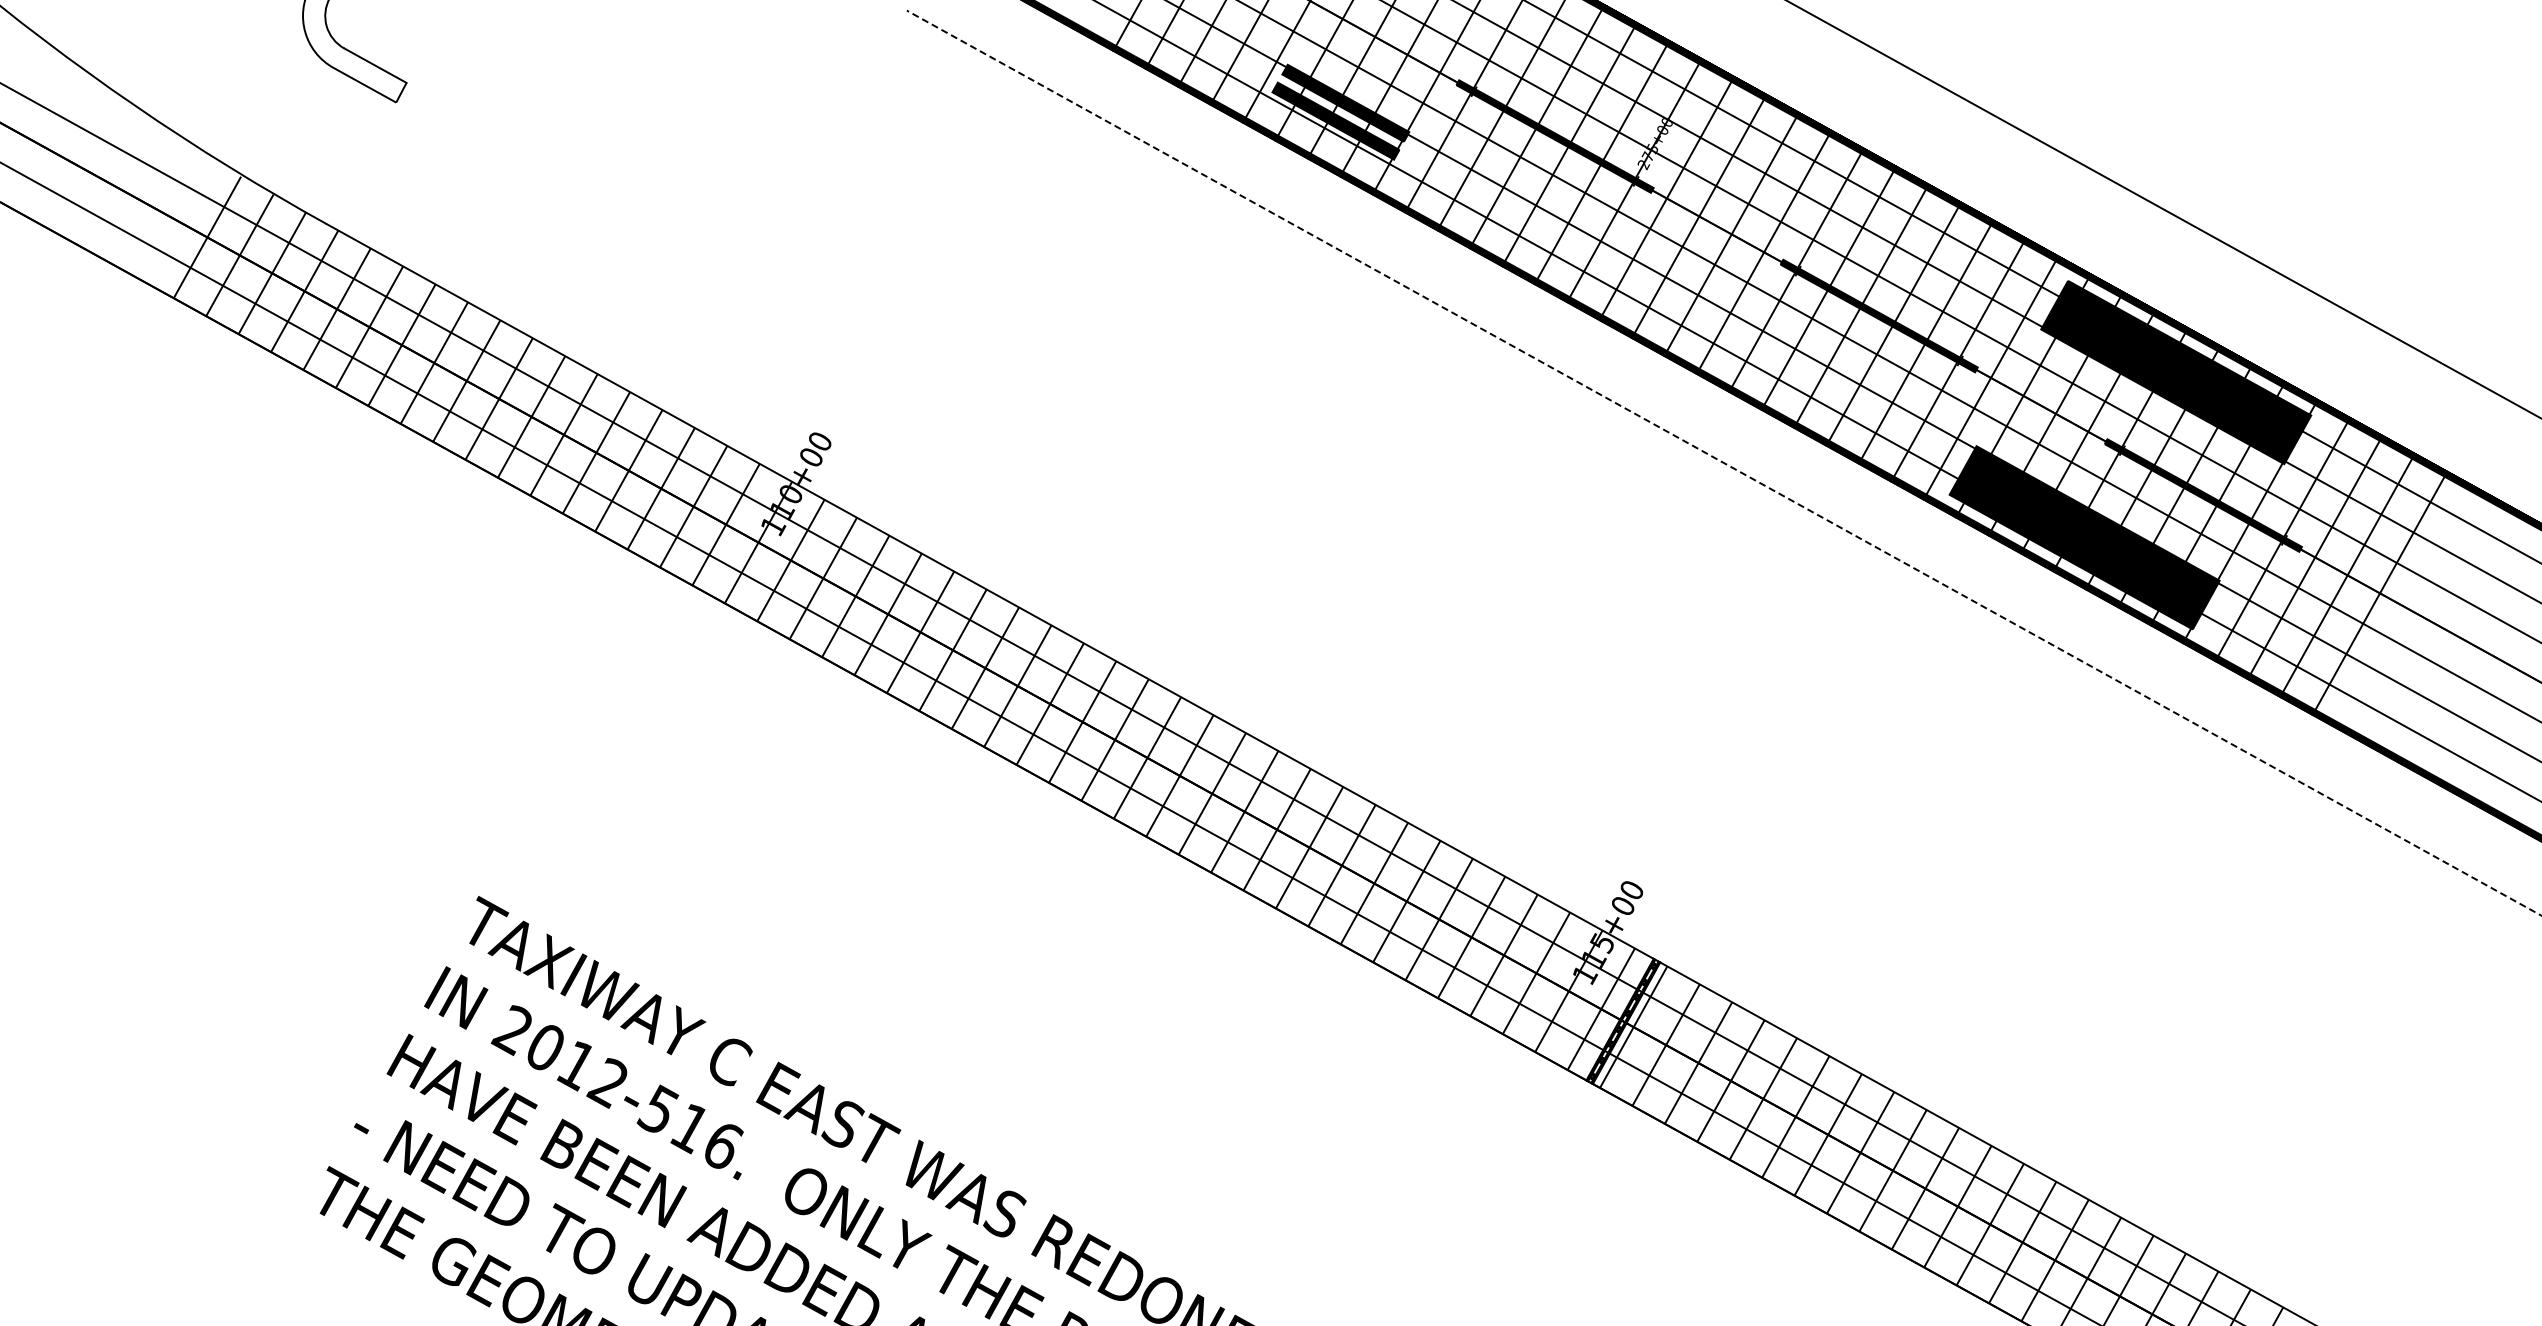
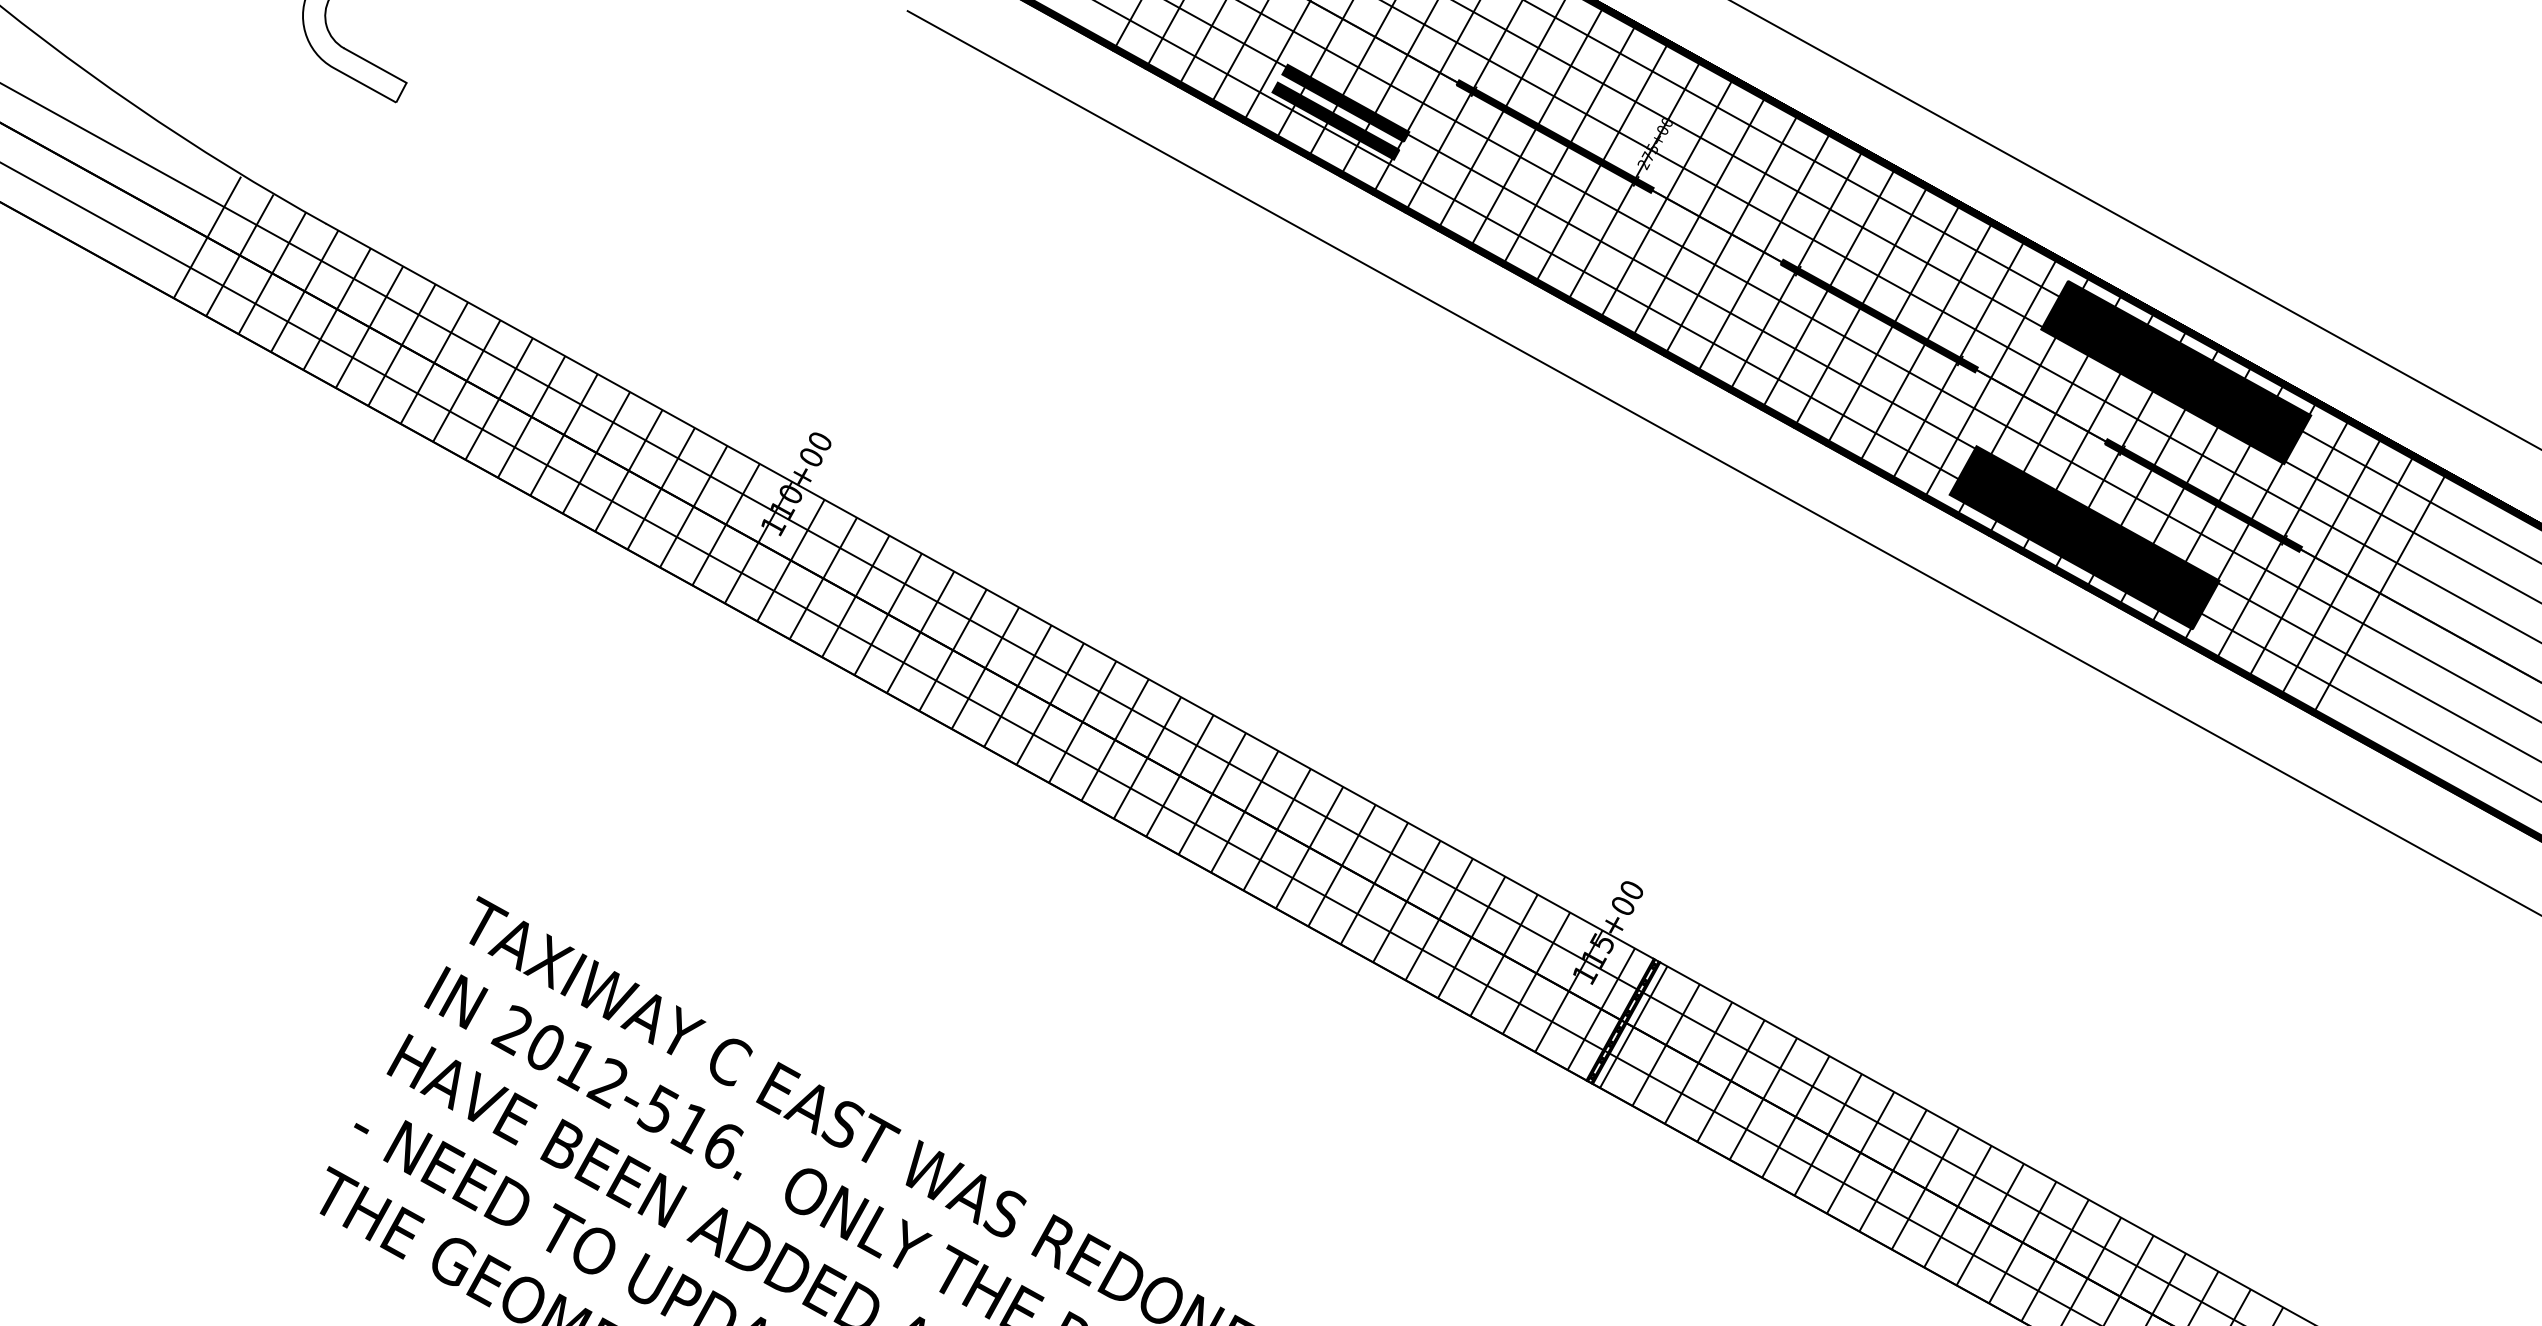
line at (2163, 209) position: (2163, 209) -> (2135, 225)
line at (1723, 462): dashed -> solid
